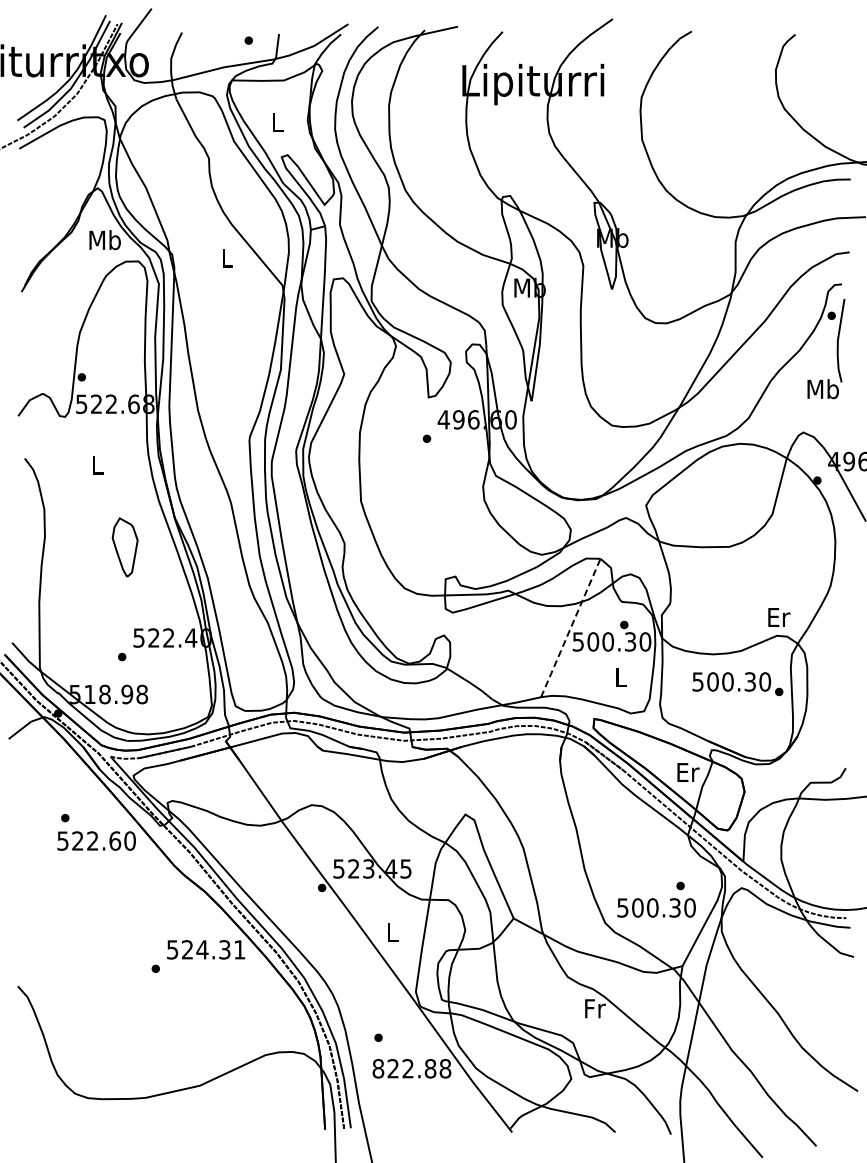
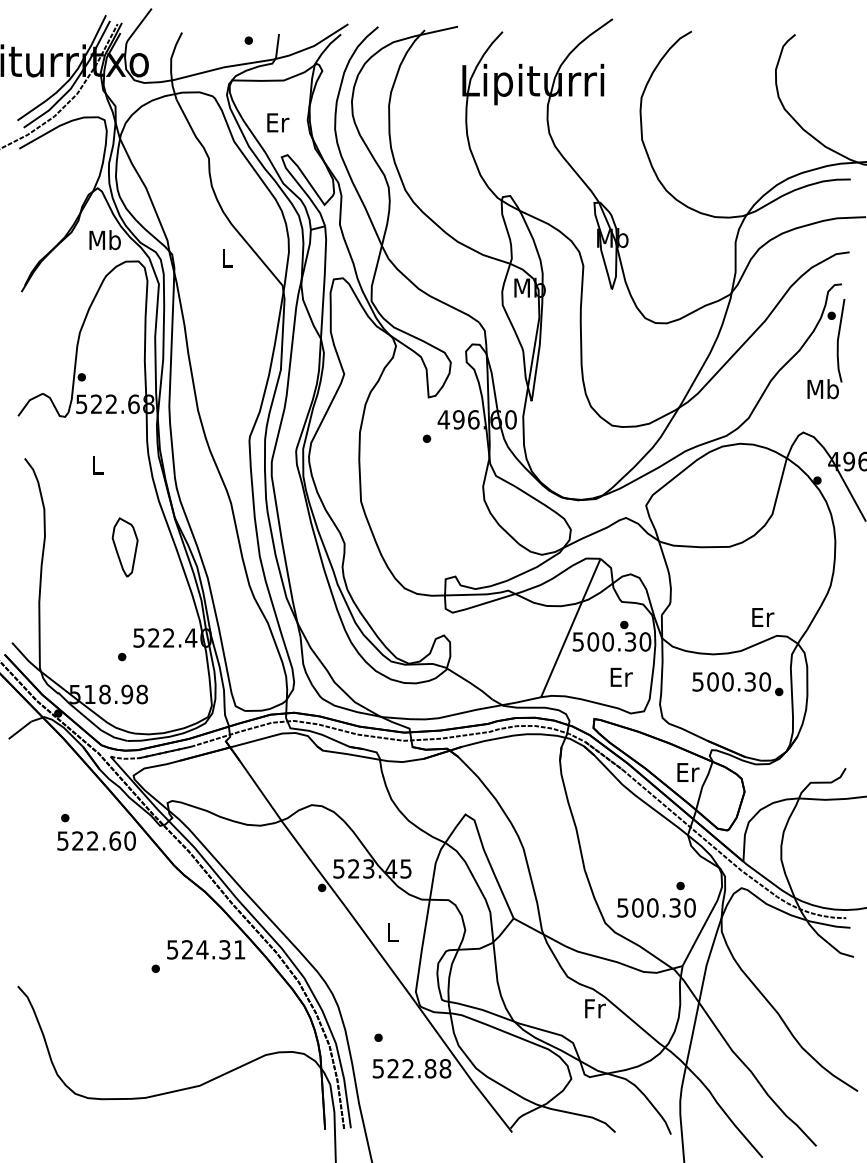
text at (278, 122): L -> Er
text at (779, 617) position: (779, 617) -> (763, 617)
line at (571, 627): dashed -> solid
text at (621, 676): L -> Er
text at (378, 1068): 822.88 -> 522.88
